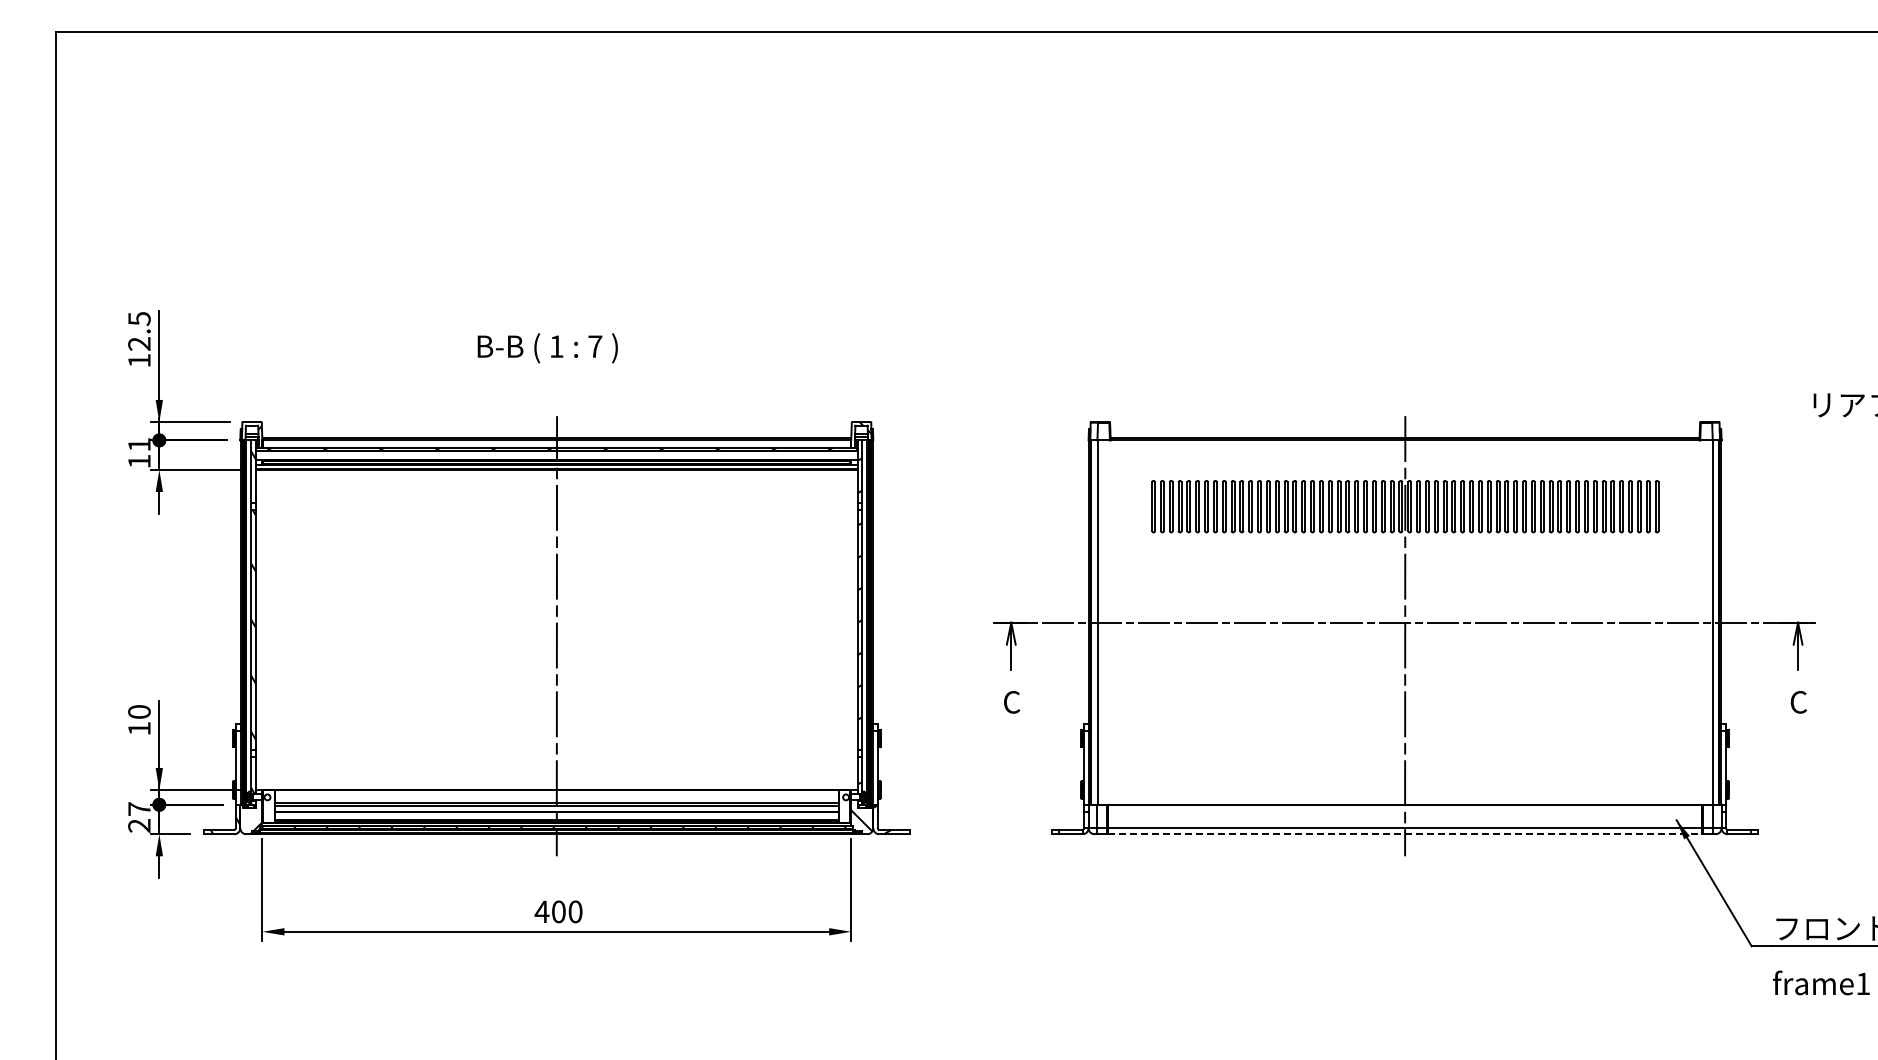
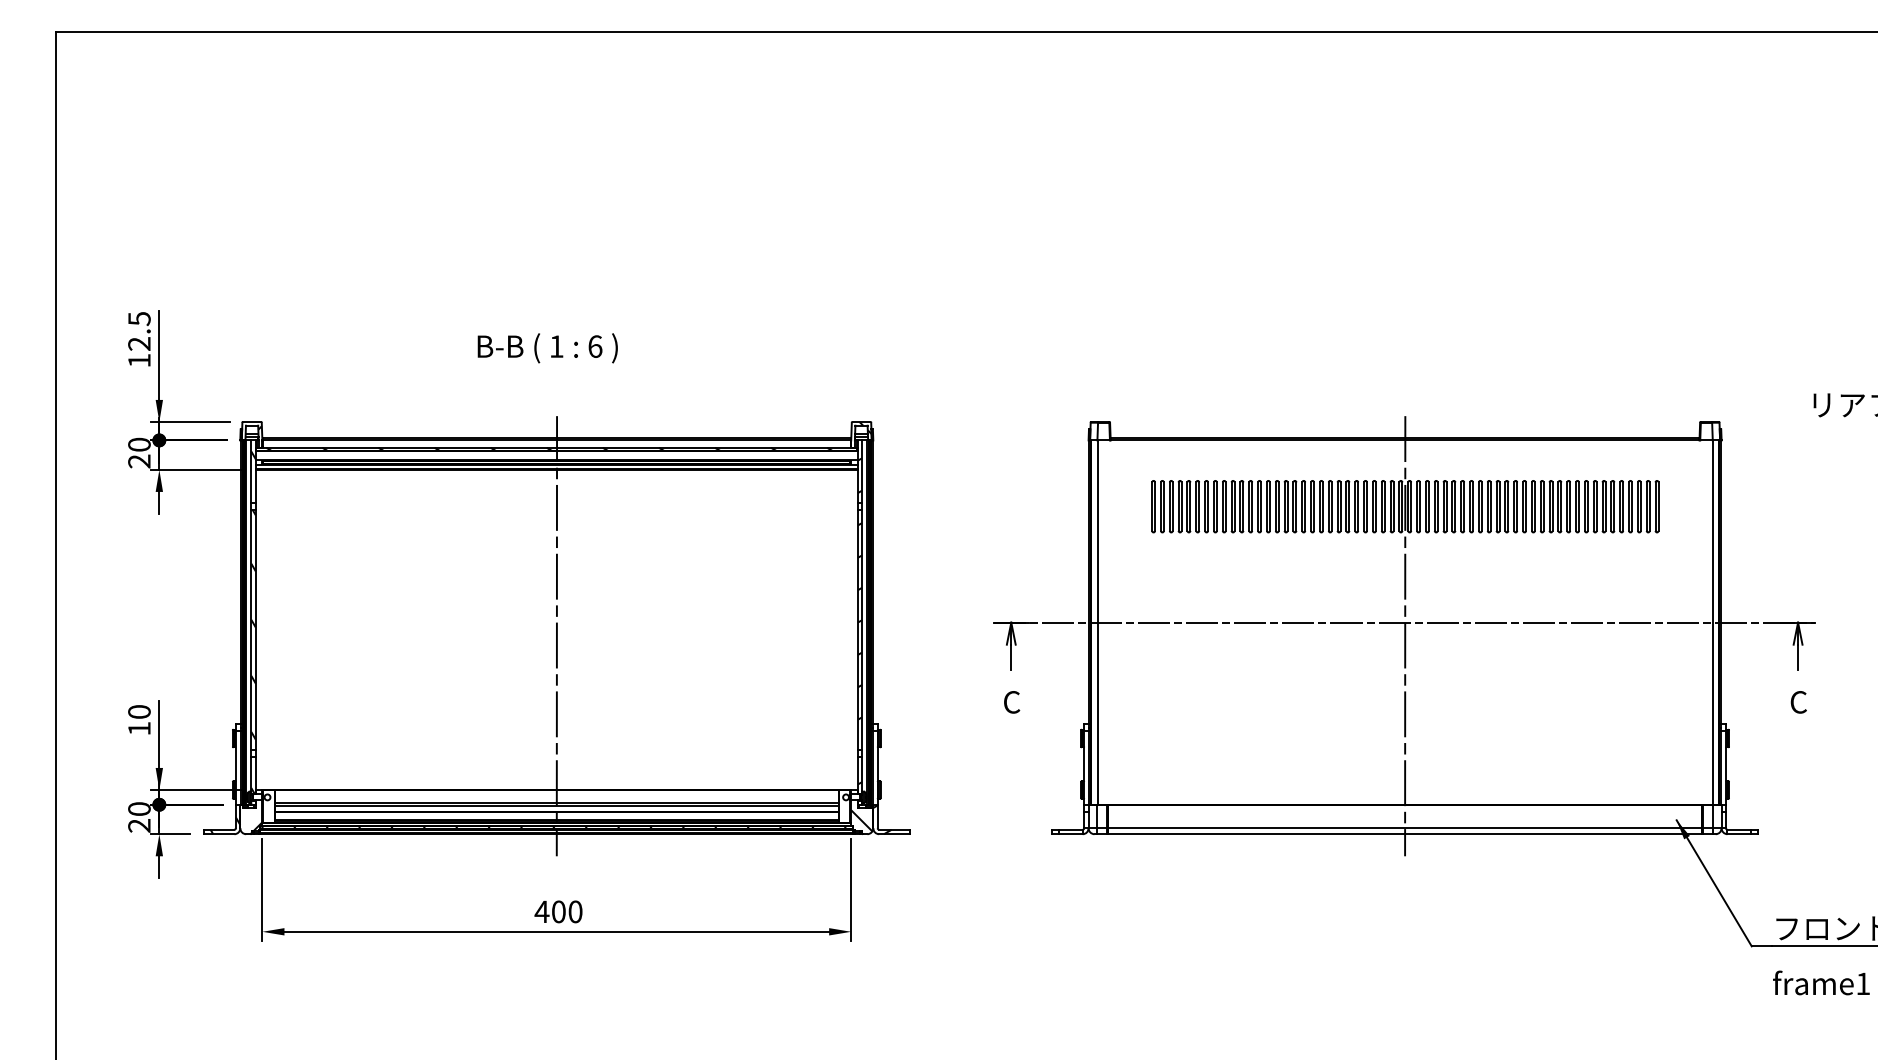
text at (595, 346): 7 -> 6
text at (139, 452): 11 -> 20
text at (139, 808): 27 -> 20
line at (1405, 834): dashed -> solid
